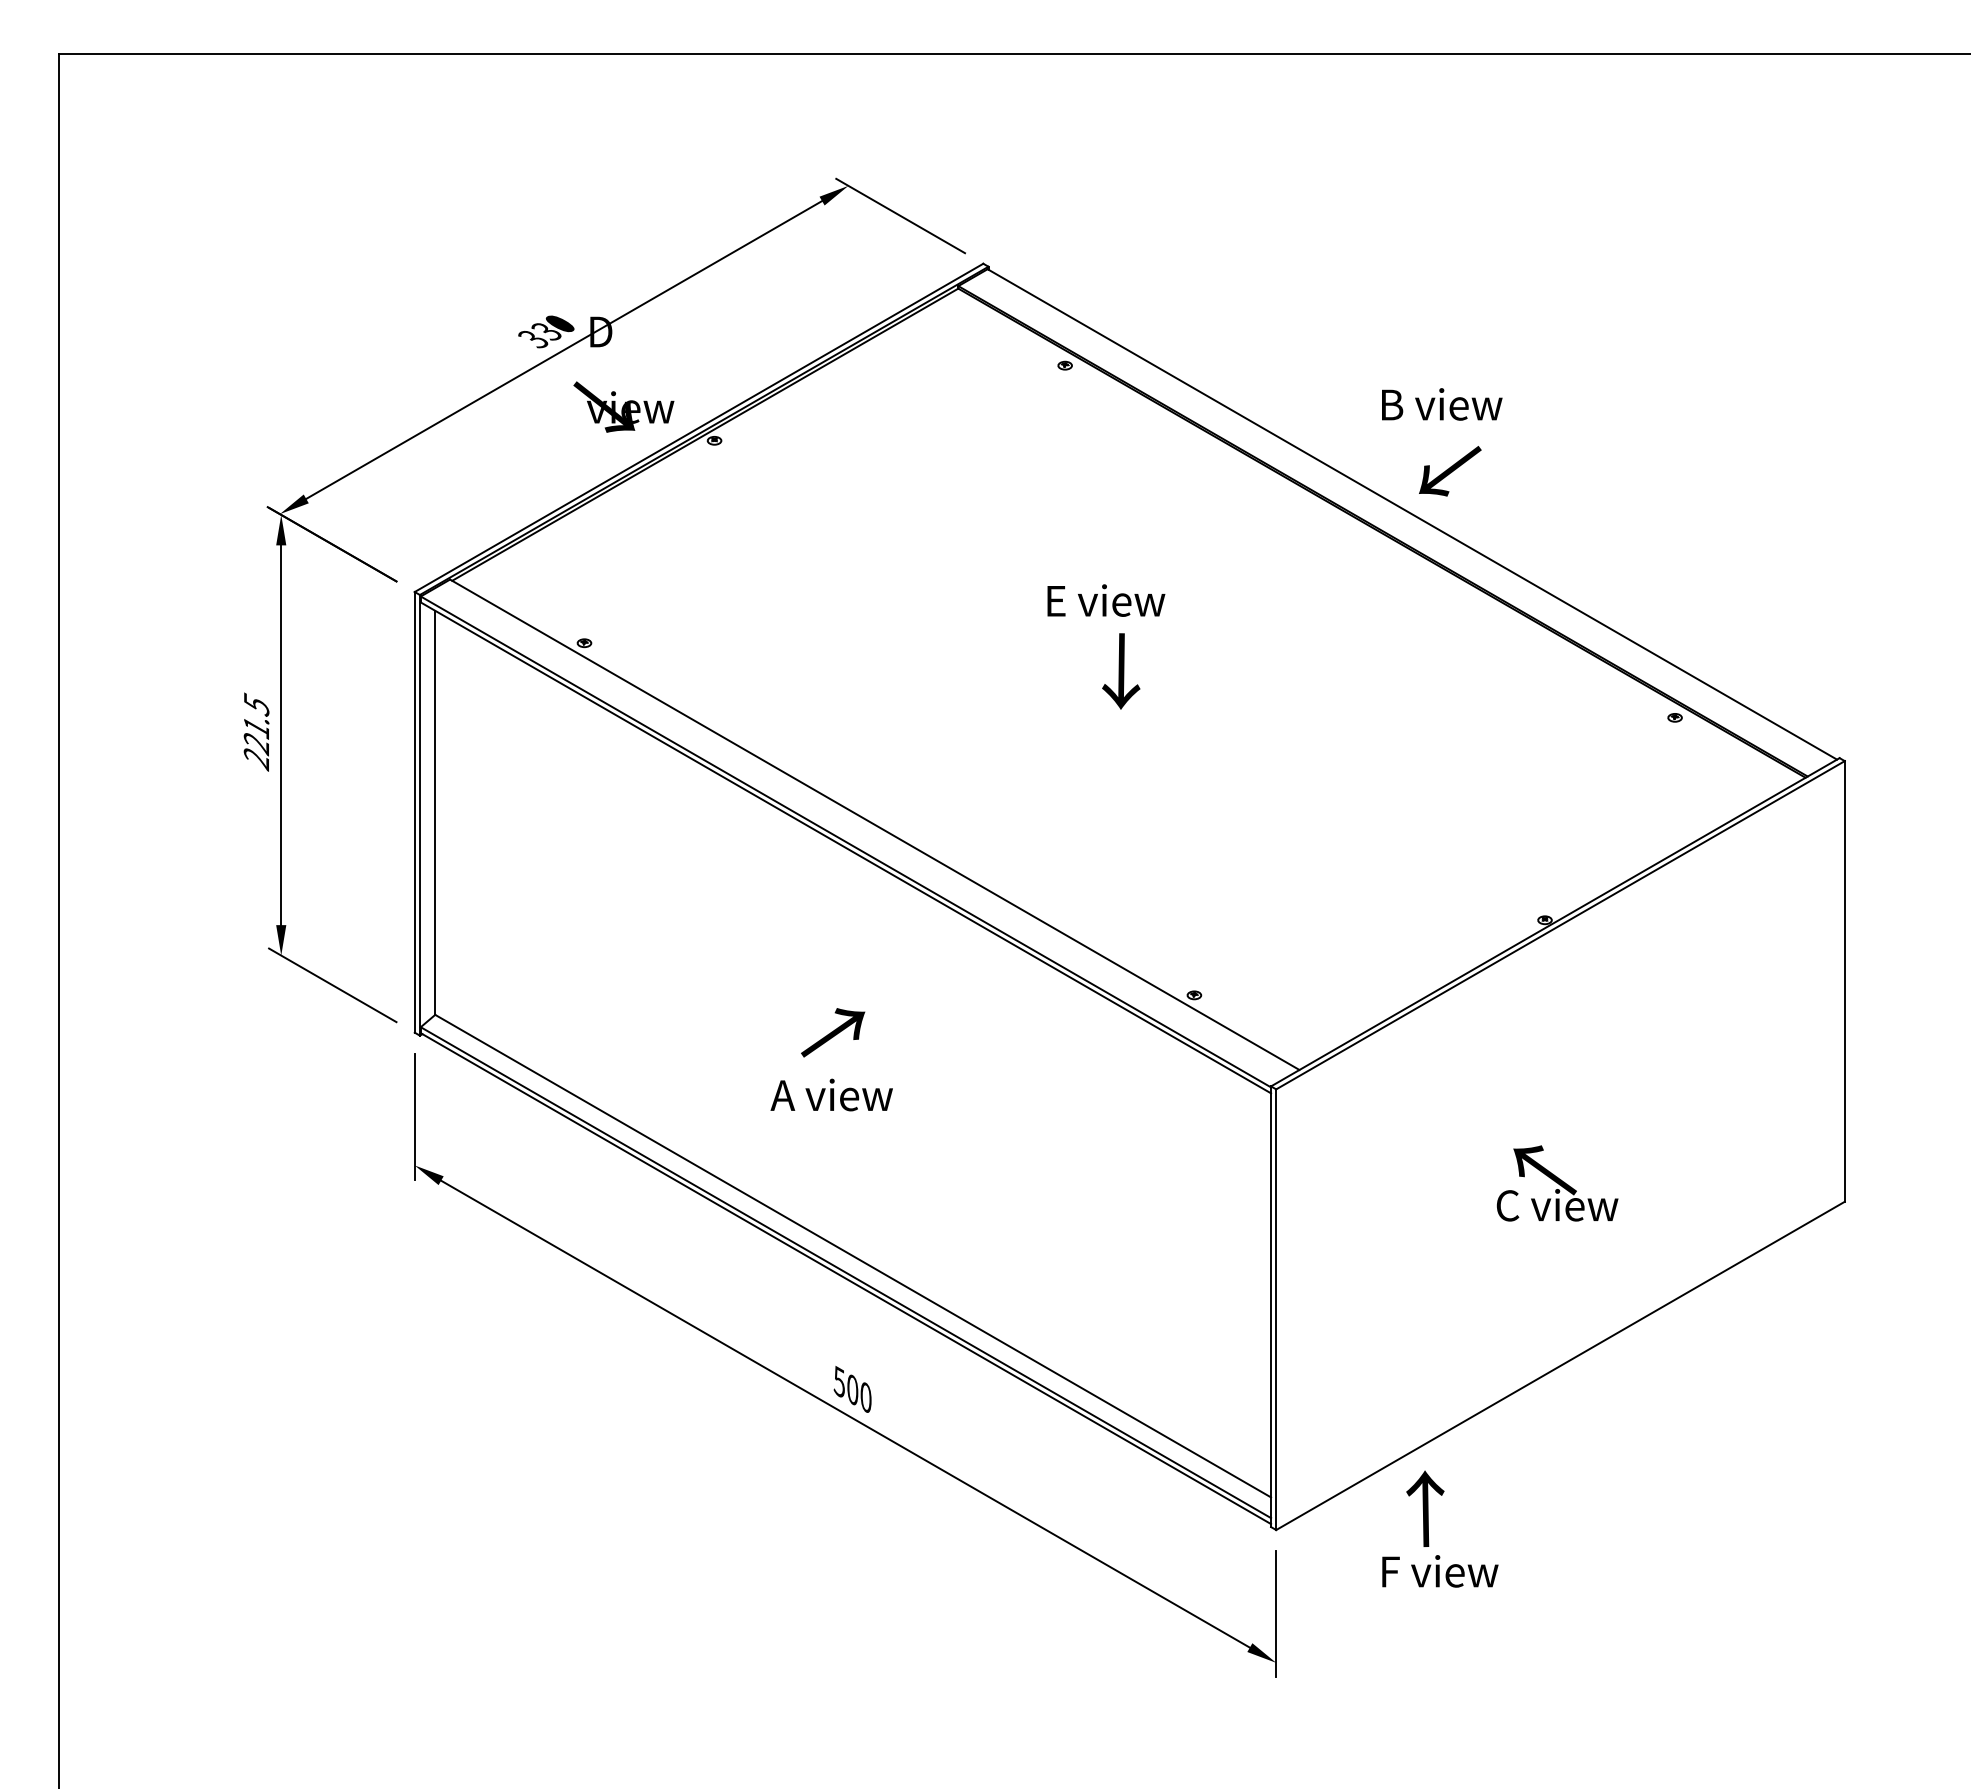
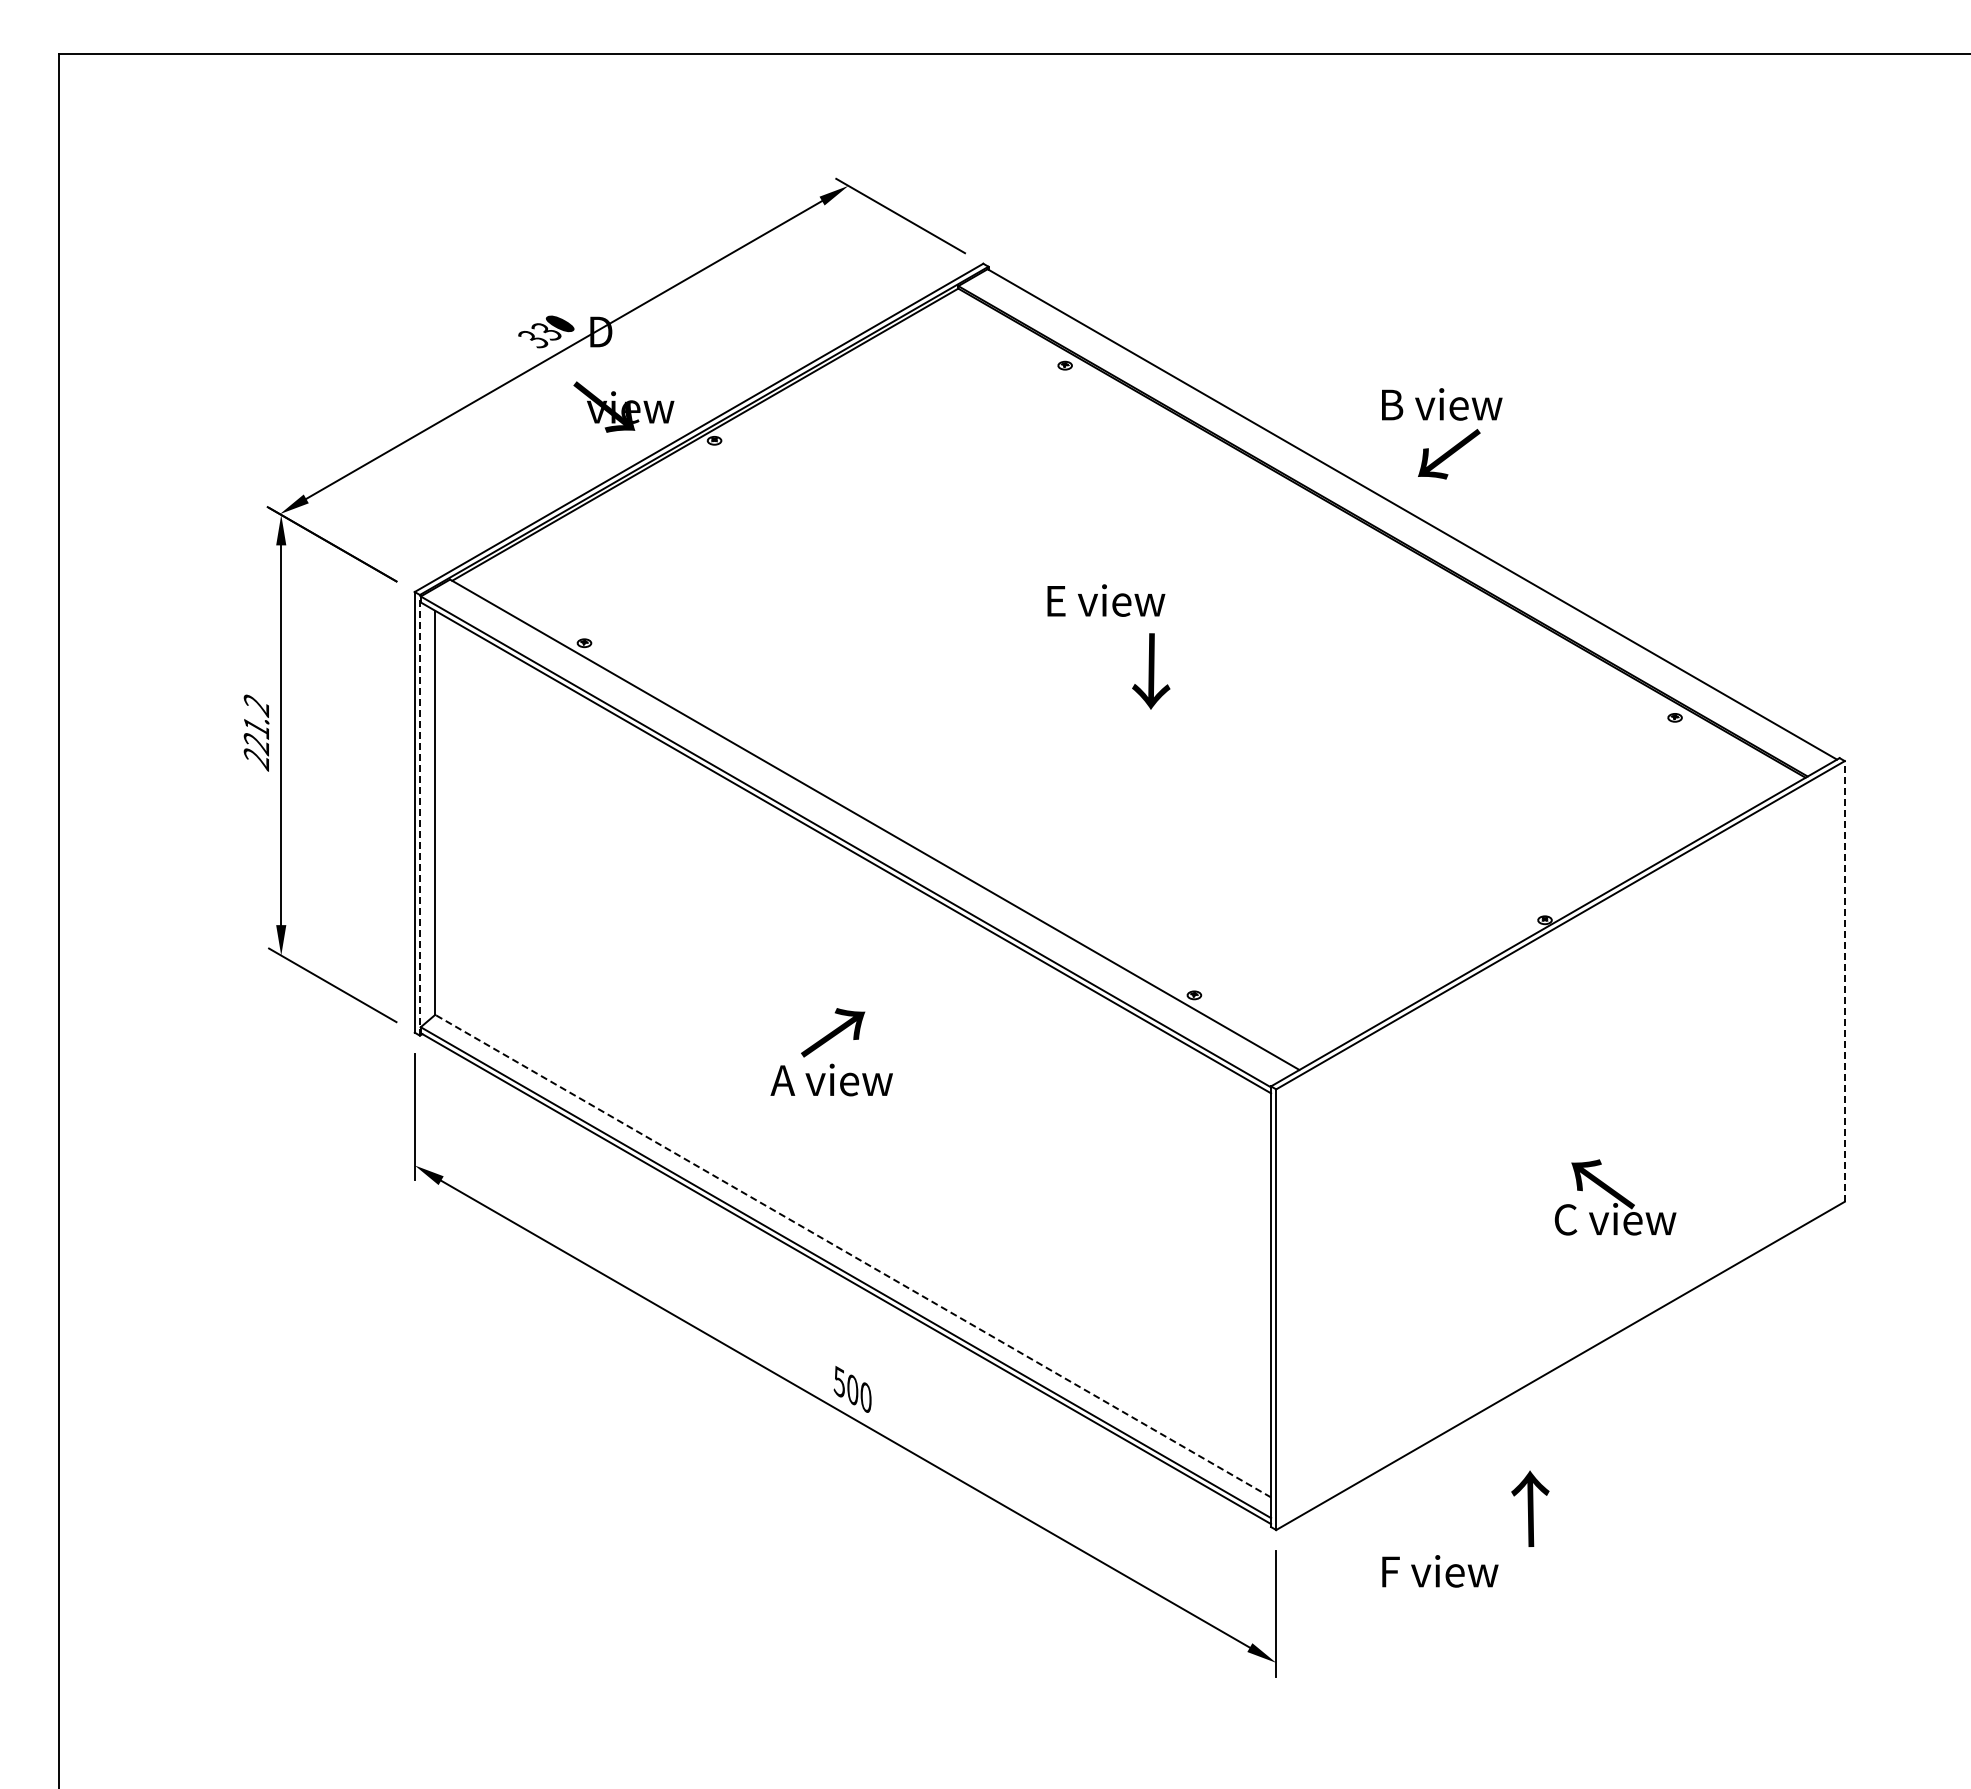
text at (1450, 471) position: (1450, 471) -> (1449, 454)
text at (1121, 671) position: (1121, 671) -> (1151, 671)
text at (256, 704): 221.5 -> 221.2
line at (419, 814): solid -> dashed
line at (1844, 980): solid -> dashed
text at (831, 1094) position: (831, 1094) -> (831, 1079)
text at (1557, 1183) position: (1557, 1183) -> (1615, 1197)
line at (853, 1256): solid -> dashed
text at (1425, 1508) position: (1425, 1508) -> (1530, 1508)
